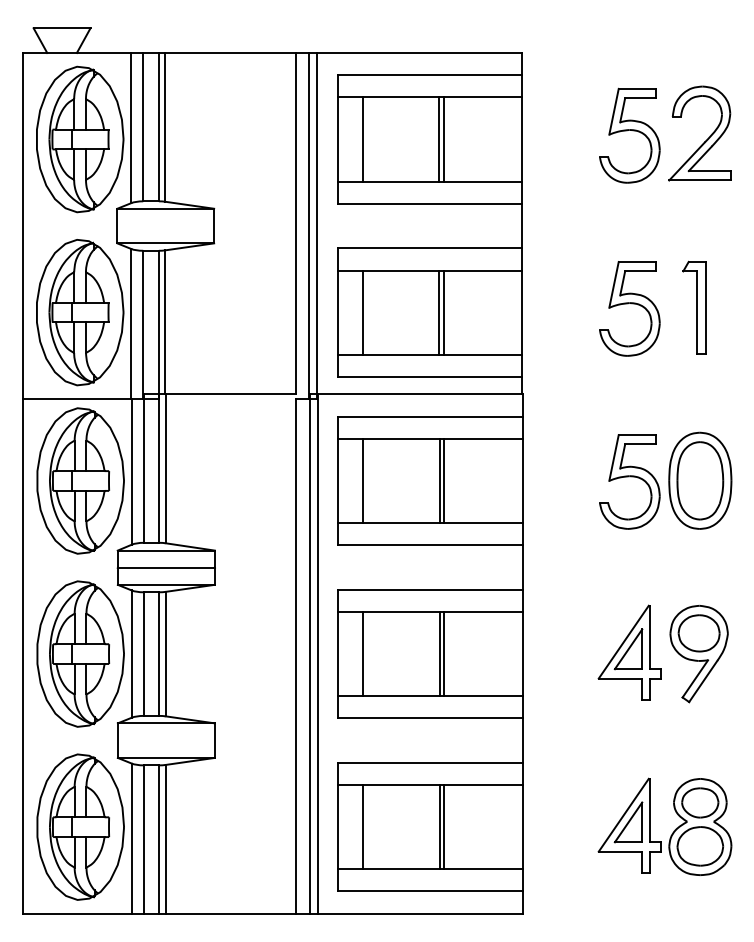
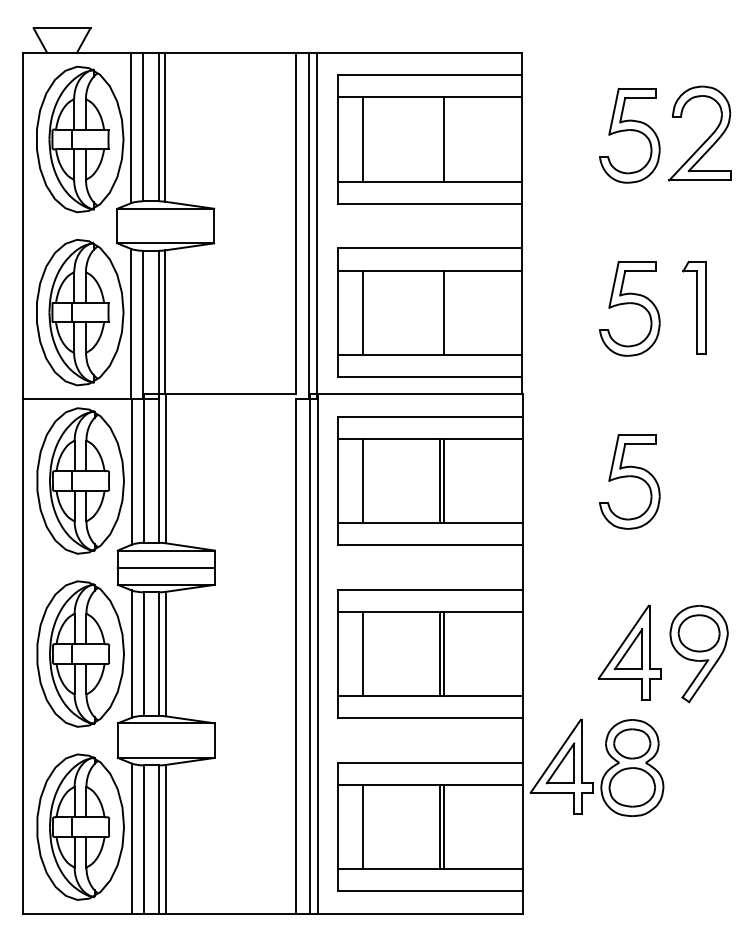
line at (439, 139): present -> none
line at (439, 312): present -> none
part at (700, 480): present -> none
part at (672, 832) position: (672, 832) -> (604, 773)
